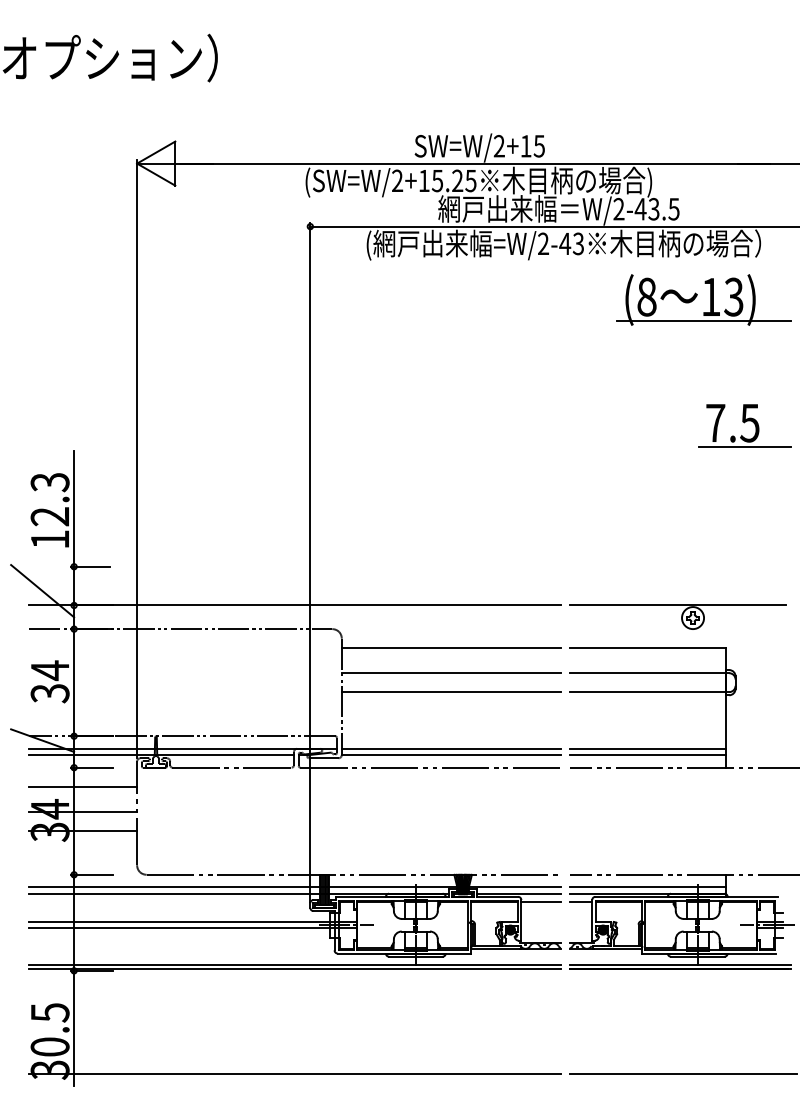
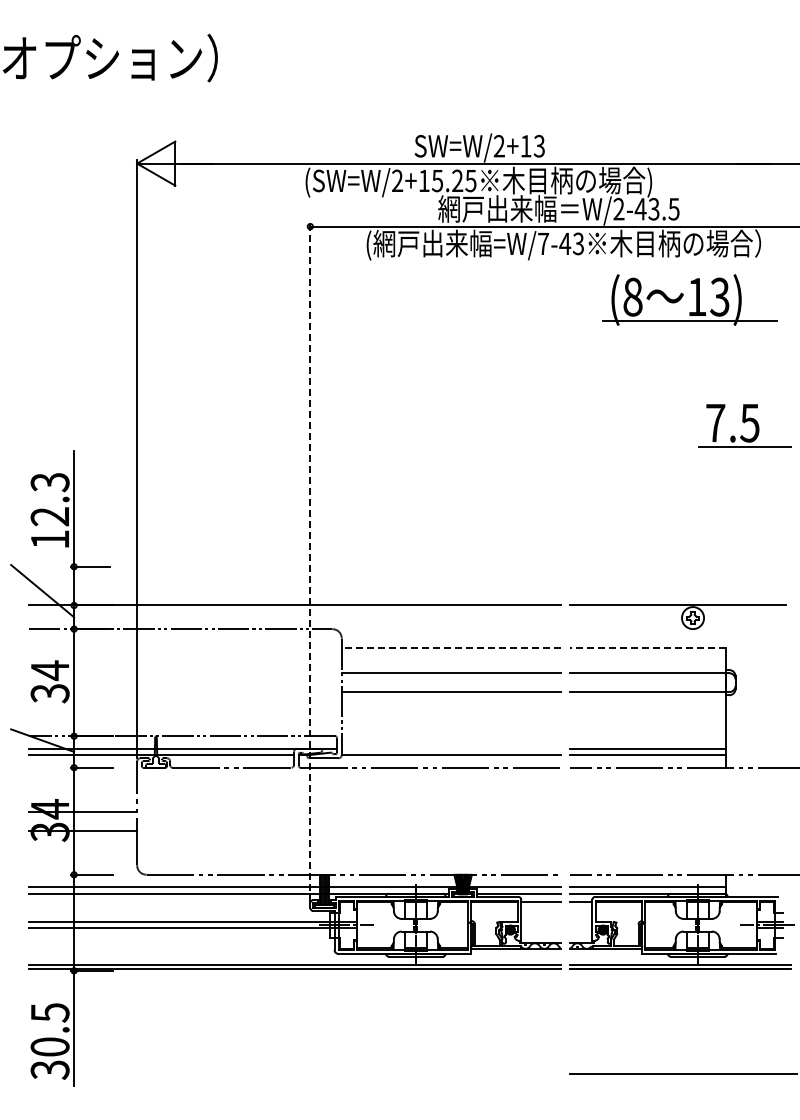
text at (539, 145): SW=W/2+15 -> SW=W/2+13
text at (543, 243): =W/2-43 -> =W/7-43
part at (710, 299) position: (710, 299) -> (696, 299)
line at (310, 562): solid -> dashed
line at (450, 648): solid -> dashed
line at (648, 648): solid -> dashed
line at (450, 748): present -> none
line at (82, 786): present -> none
line at (294, 1073): present -> none
